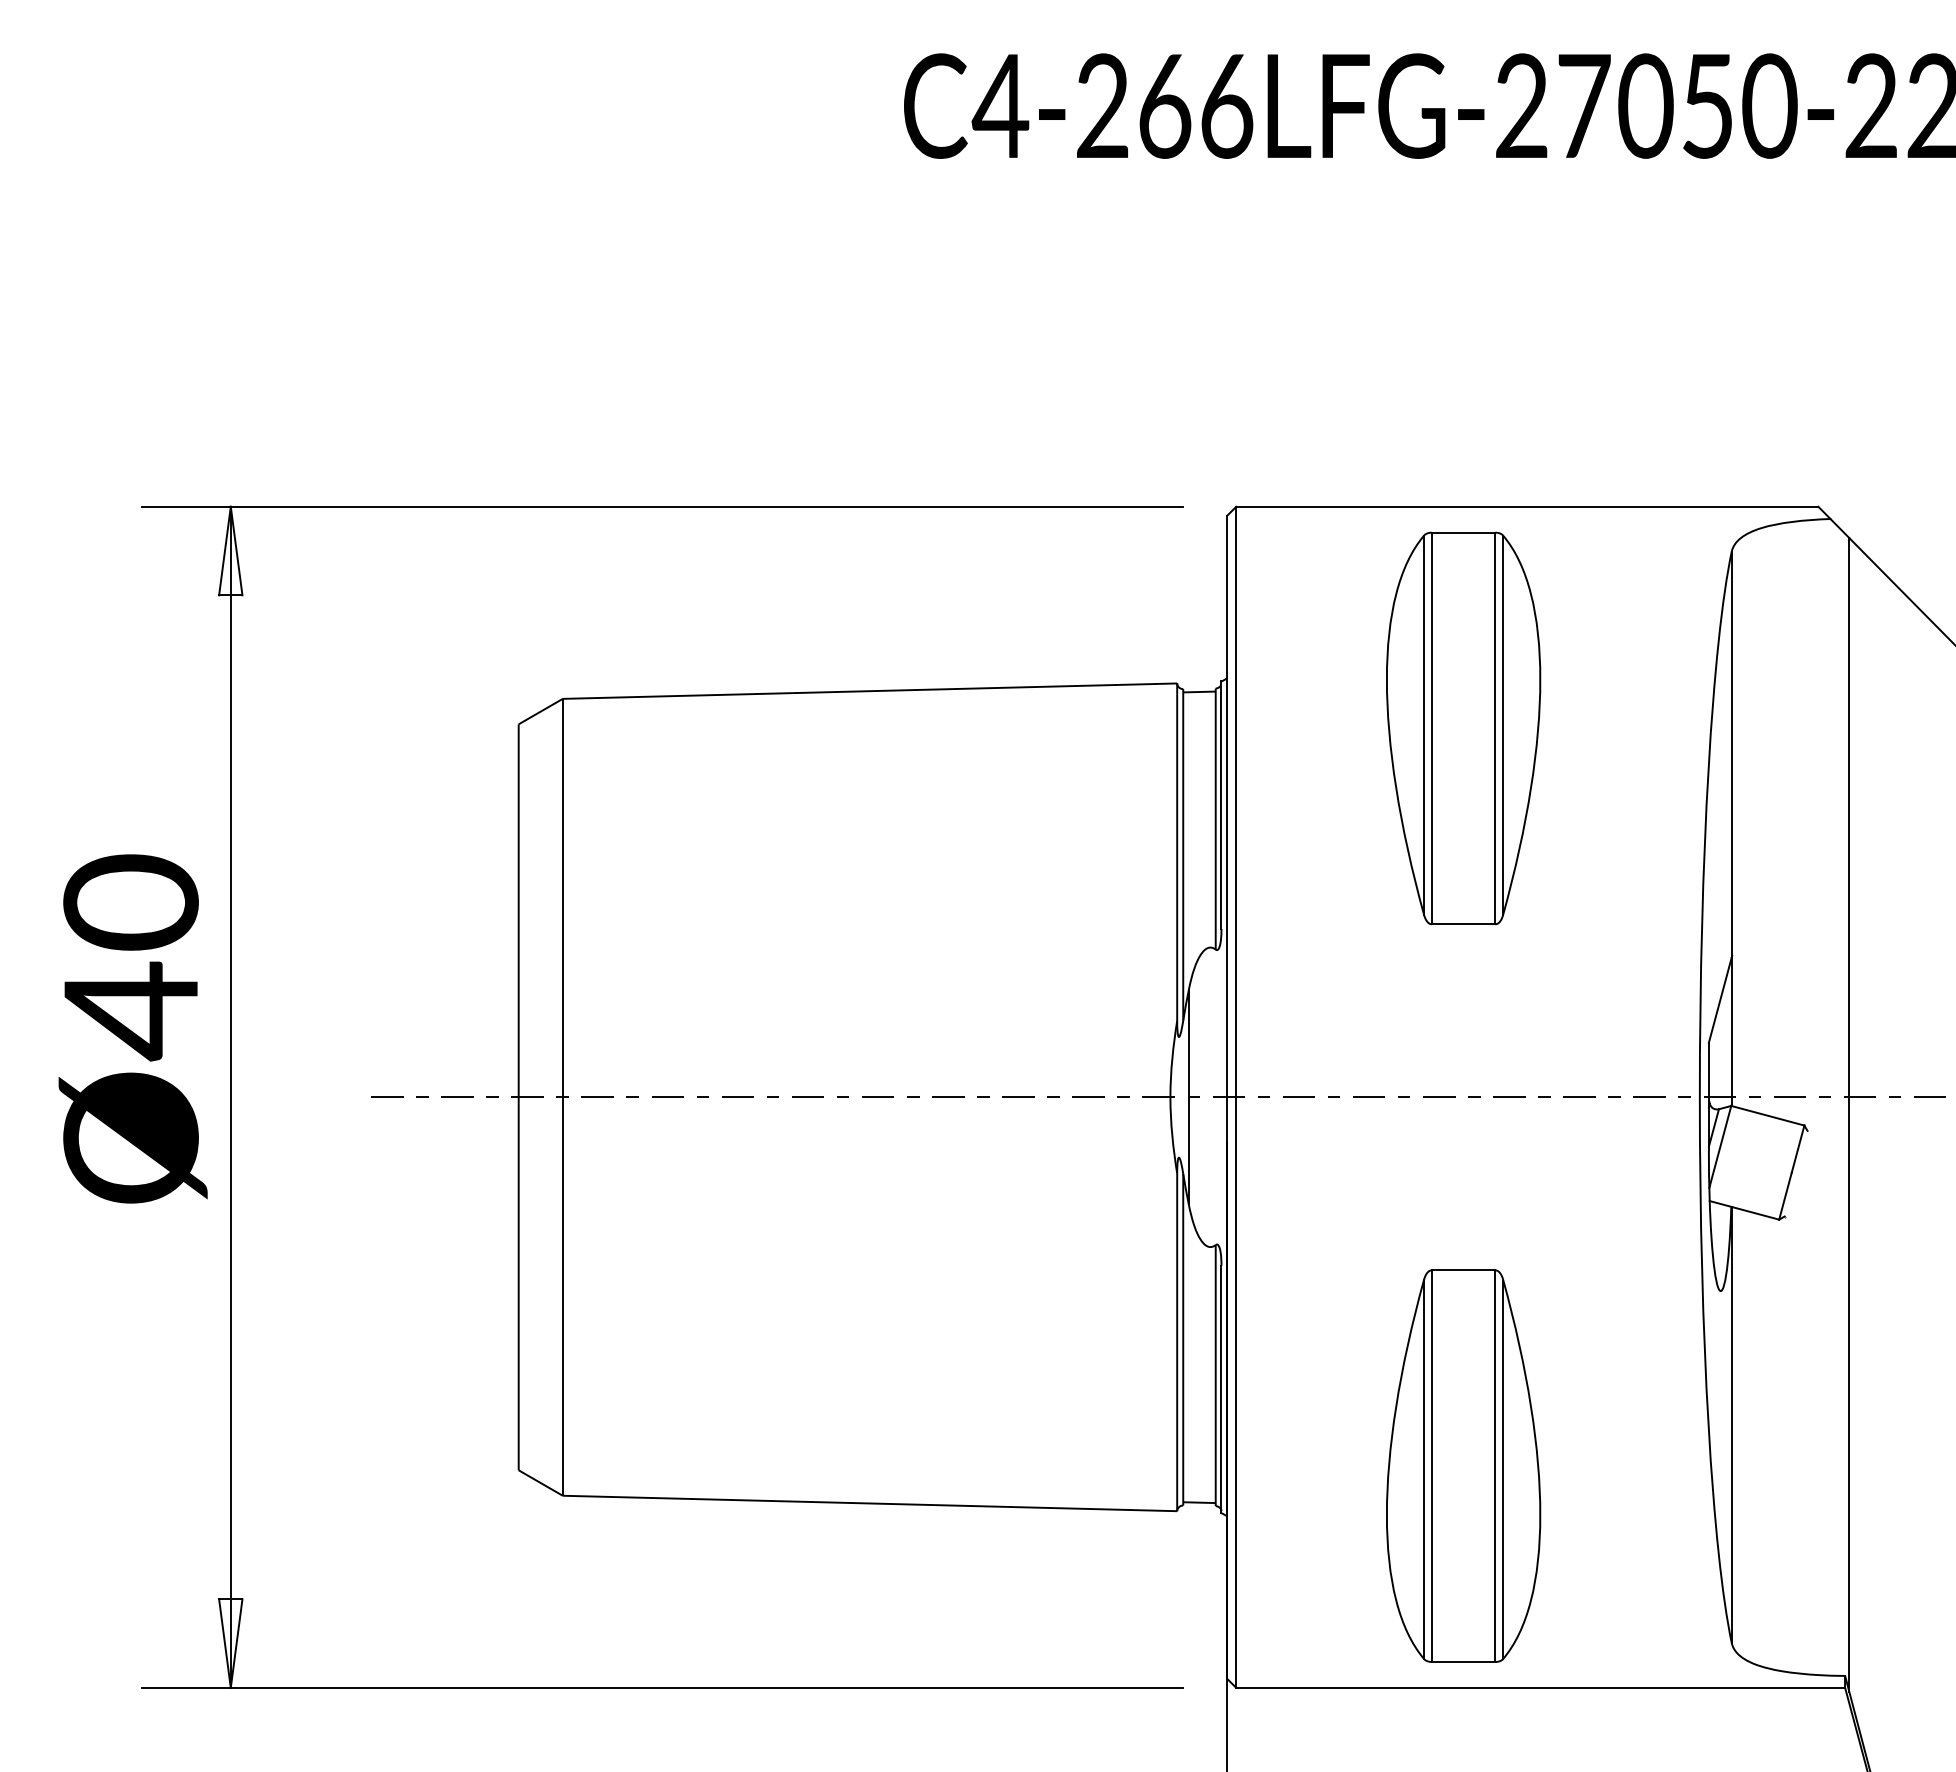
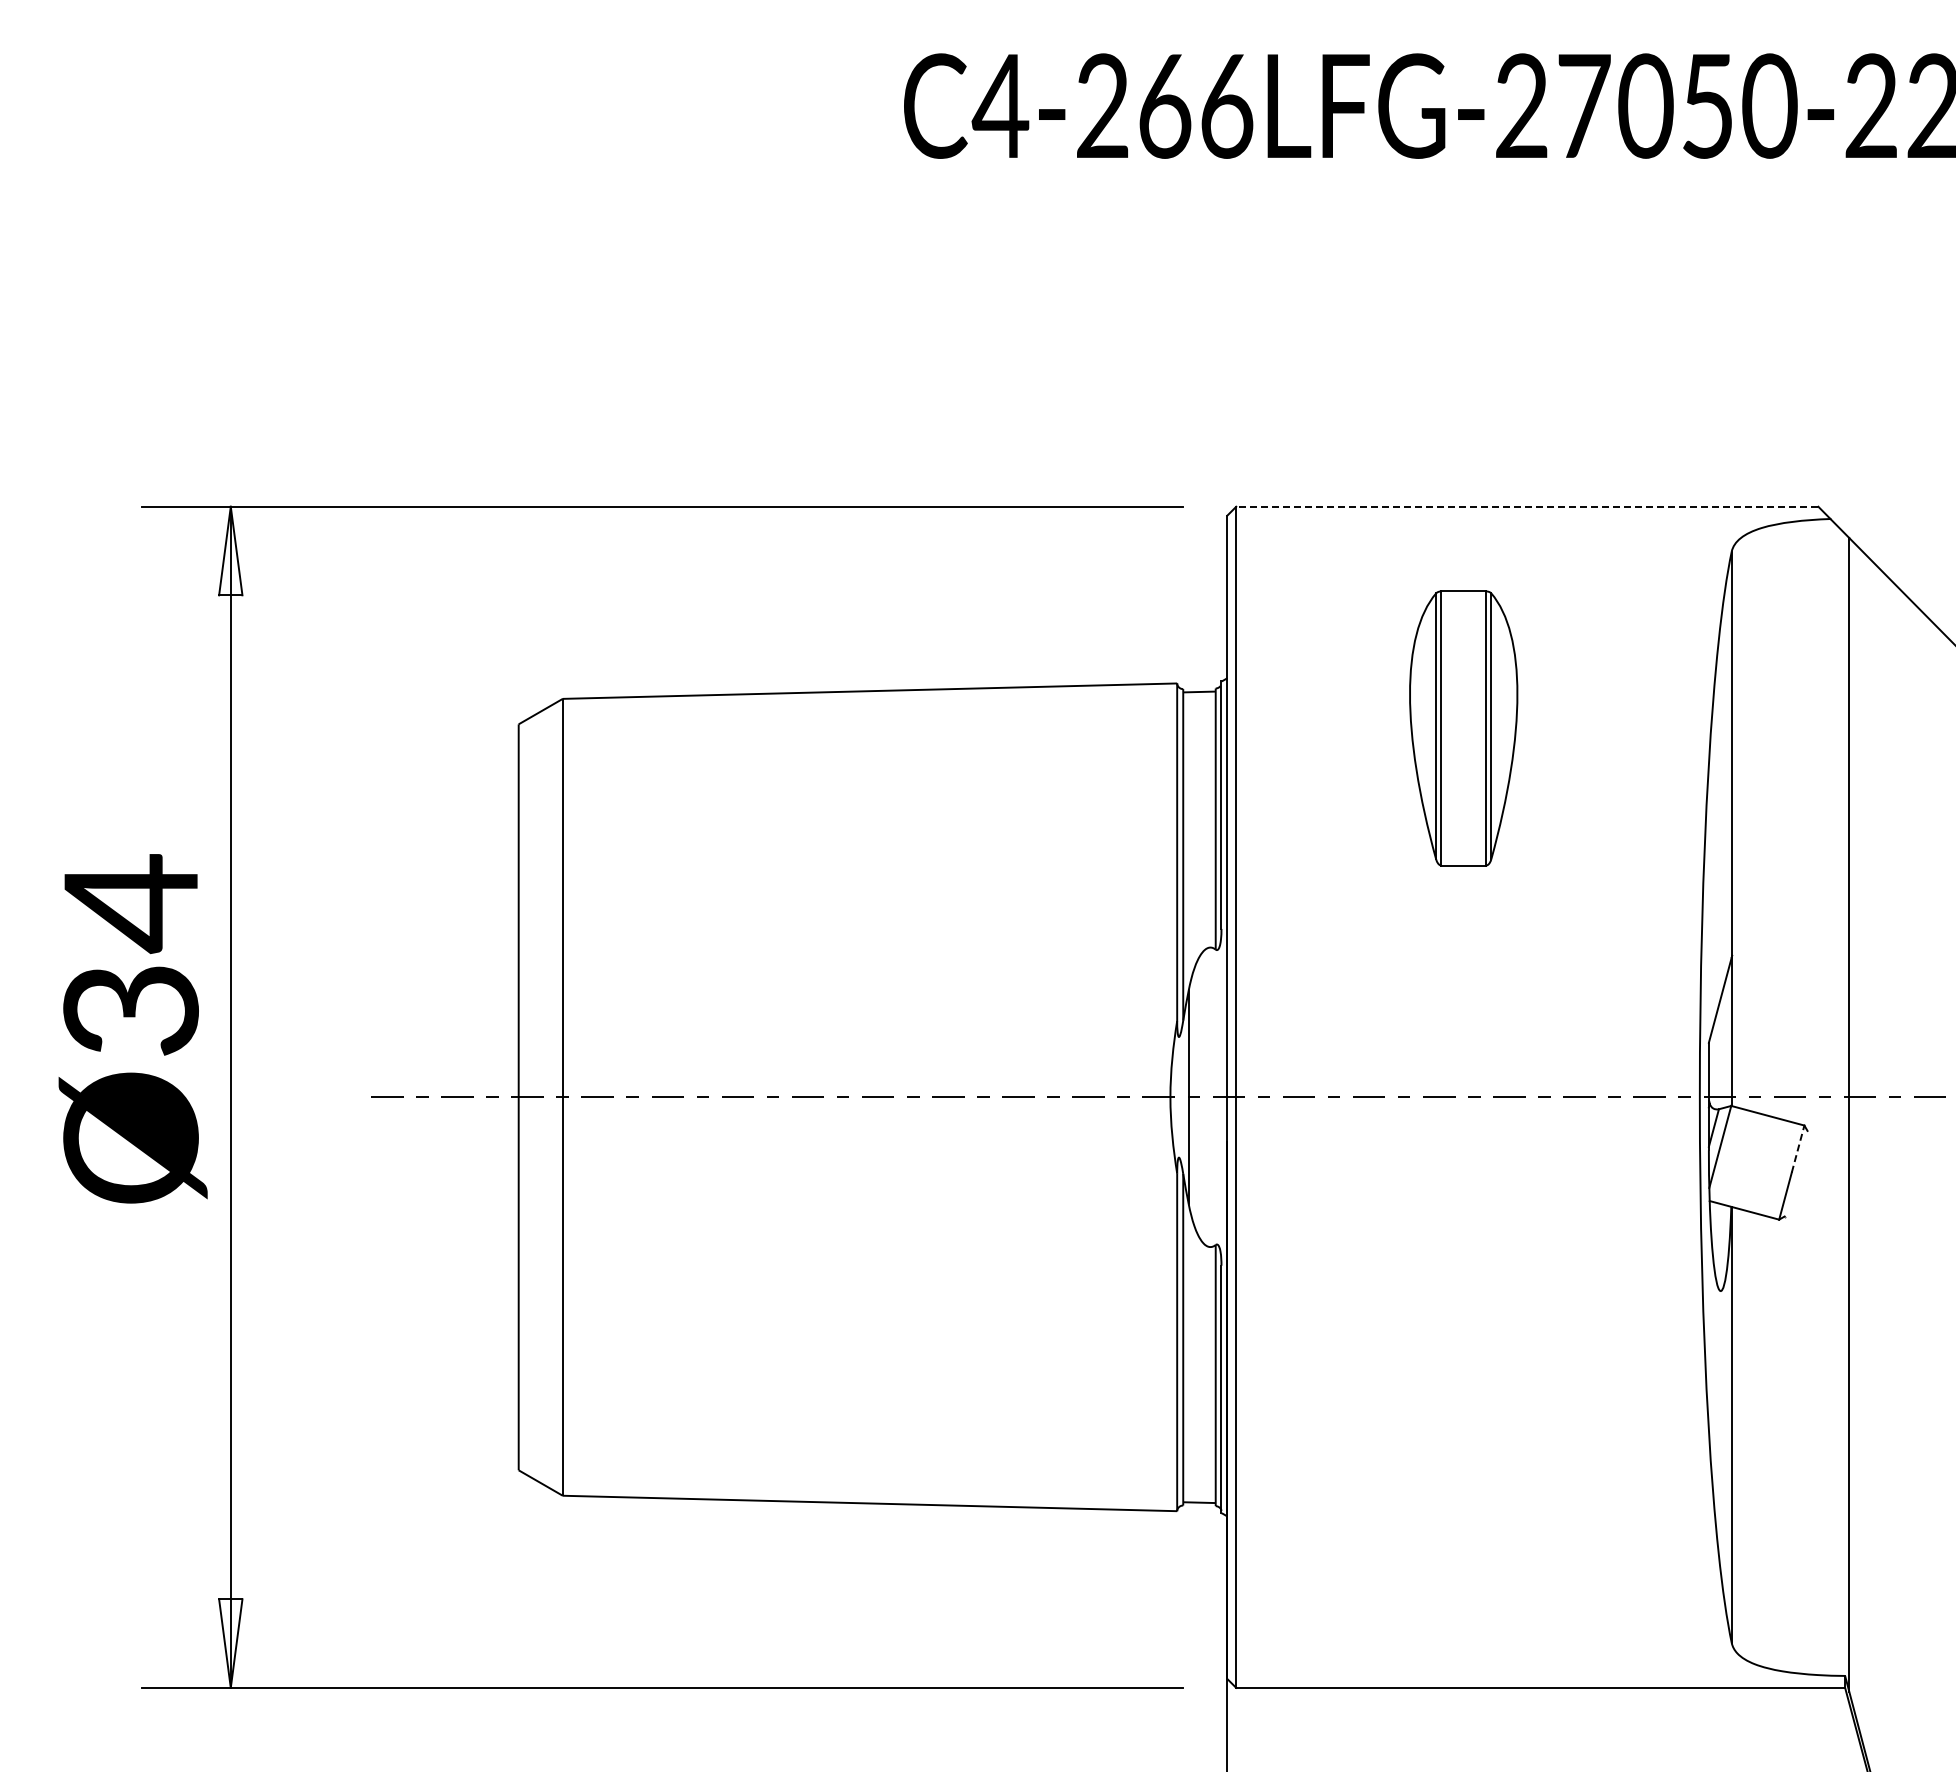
line at (1526, 506): solid -> dashed
part at (1463, 728) size: 156x395 px -> 110x277 px
text at (130, 957): Ø40 -> Ø34
line at (1798, 1148): solid -> dashed
part at (1463, 1465): present -> none
